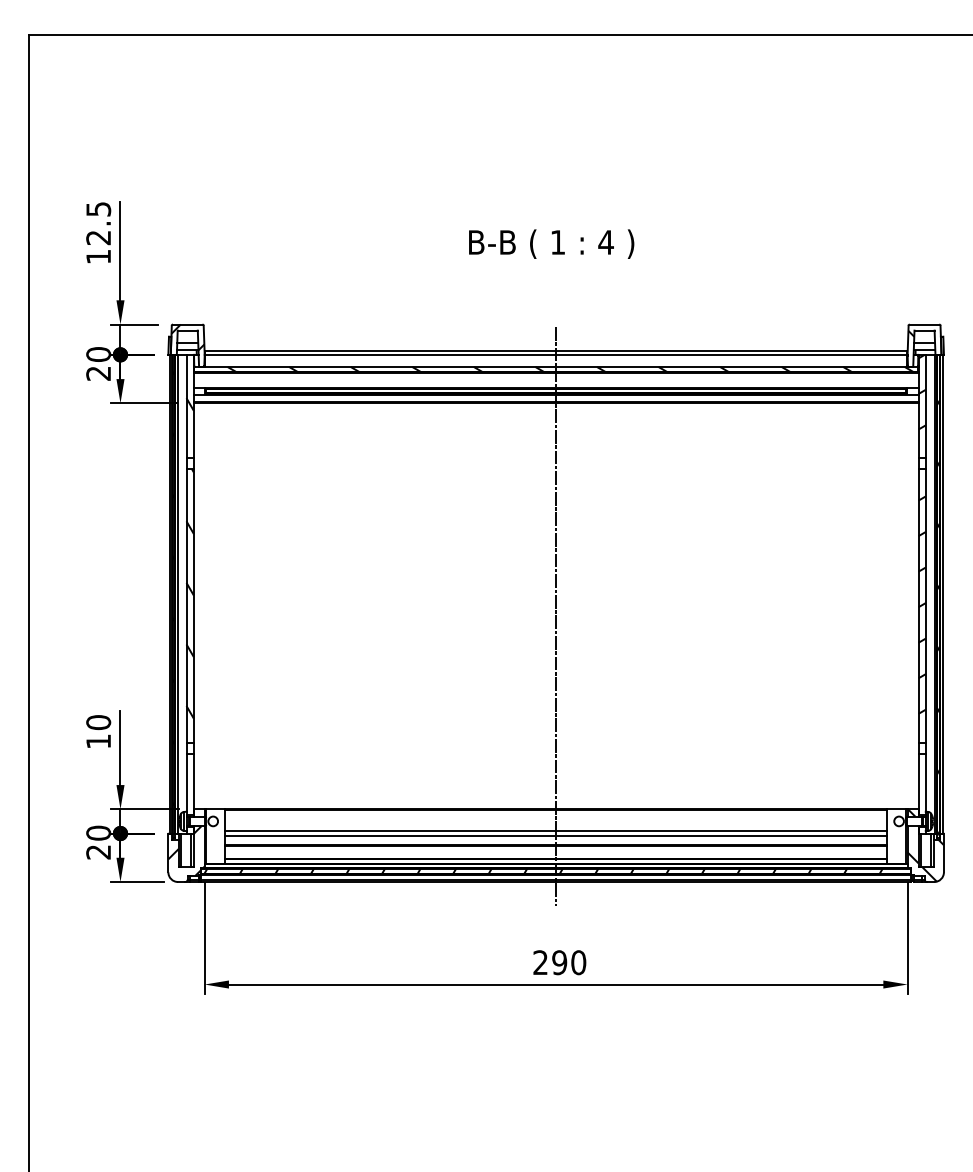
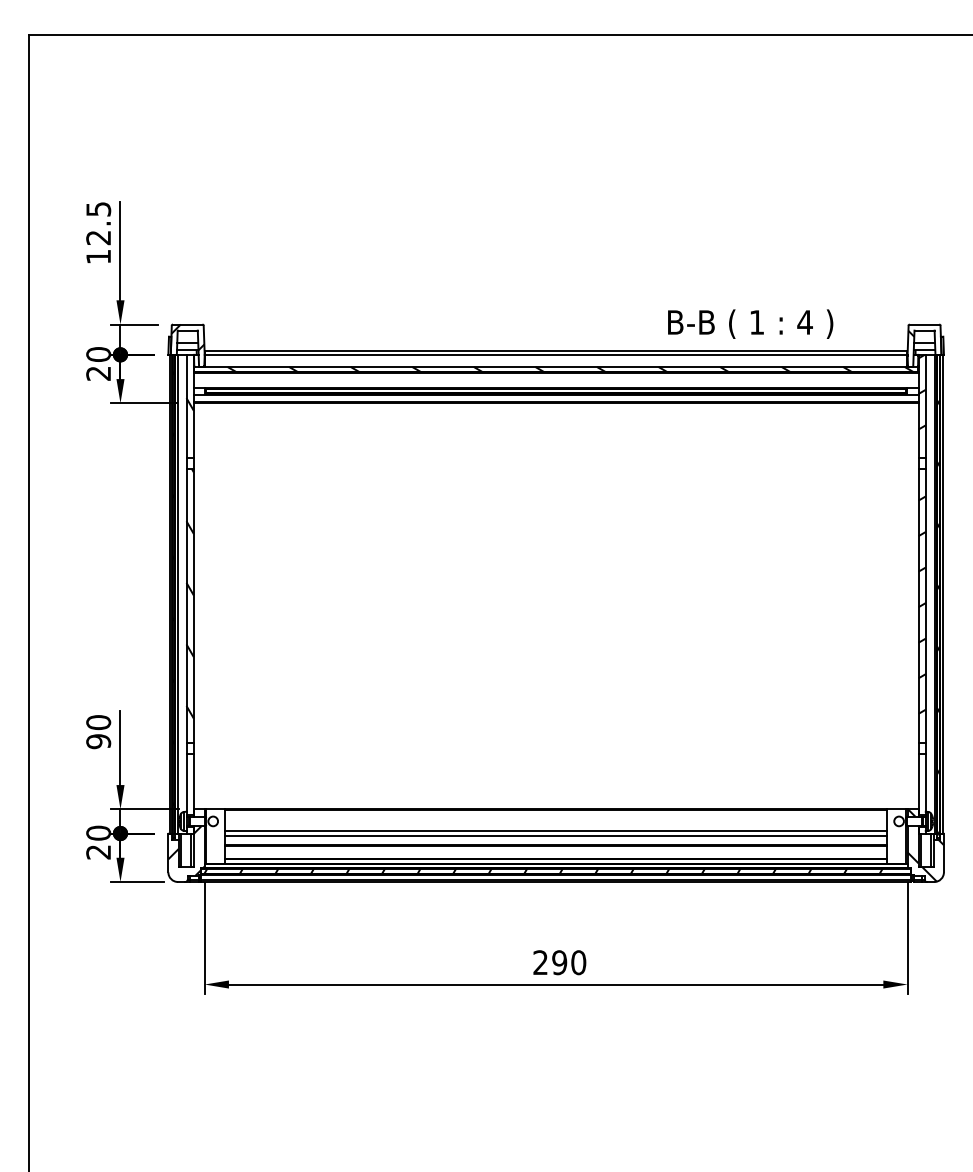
text at (551, 243) position: (551, 243) -> (750, 323)
line at (556, 616): present -> none
text at (98, 741): 10 -> 90
